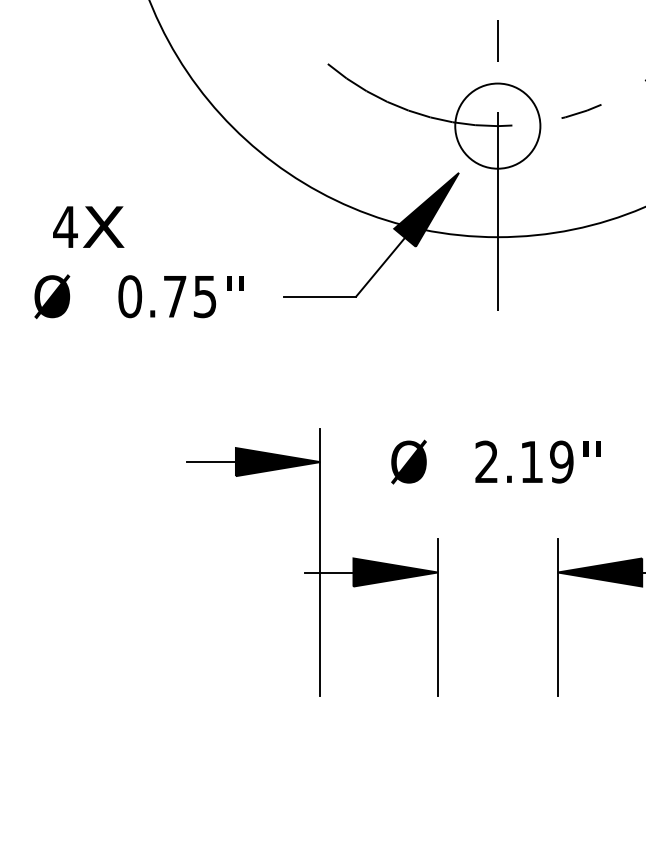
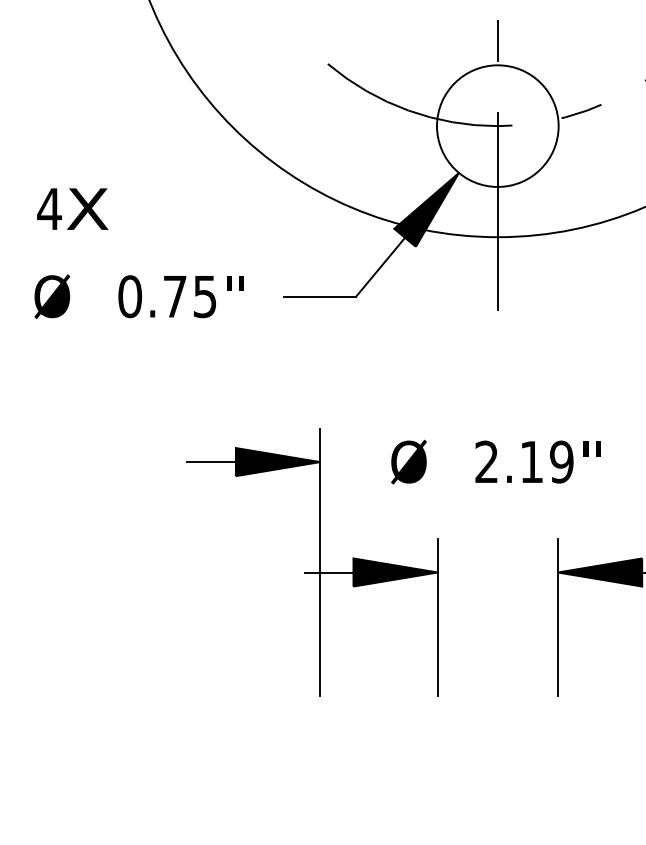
circle at (497, 125) diameter: 85 px -> 122 px
text at (88, 226) position: (88, 226) -> (72, 208)
